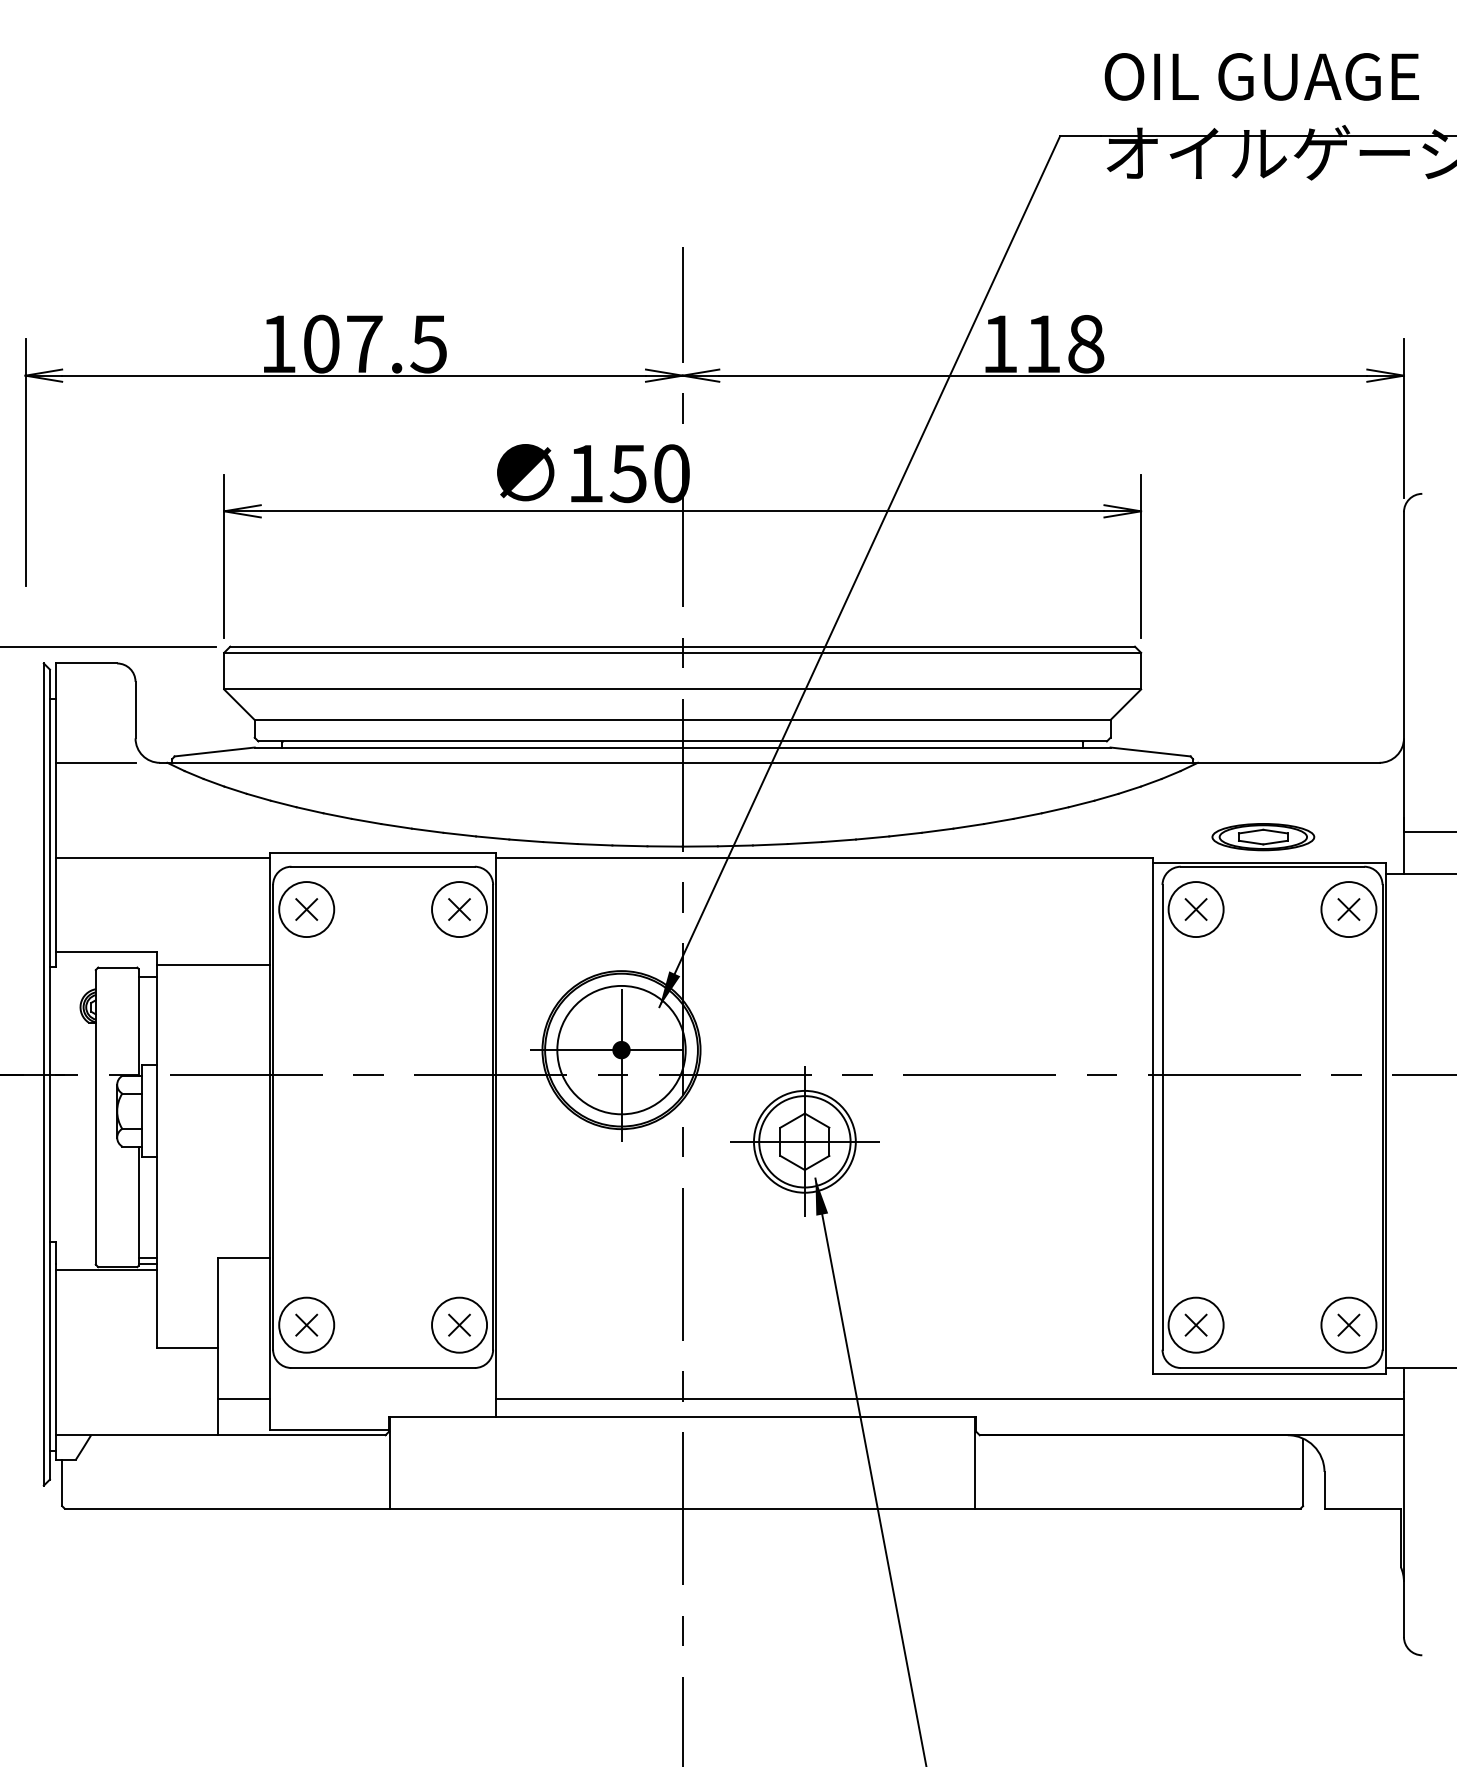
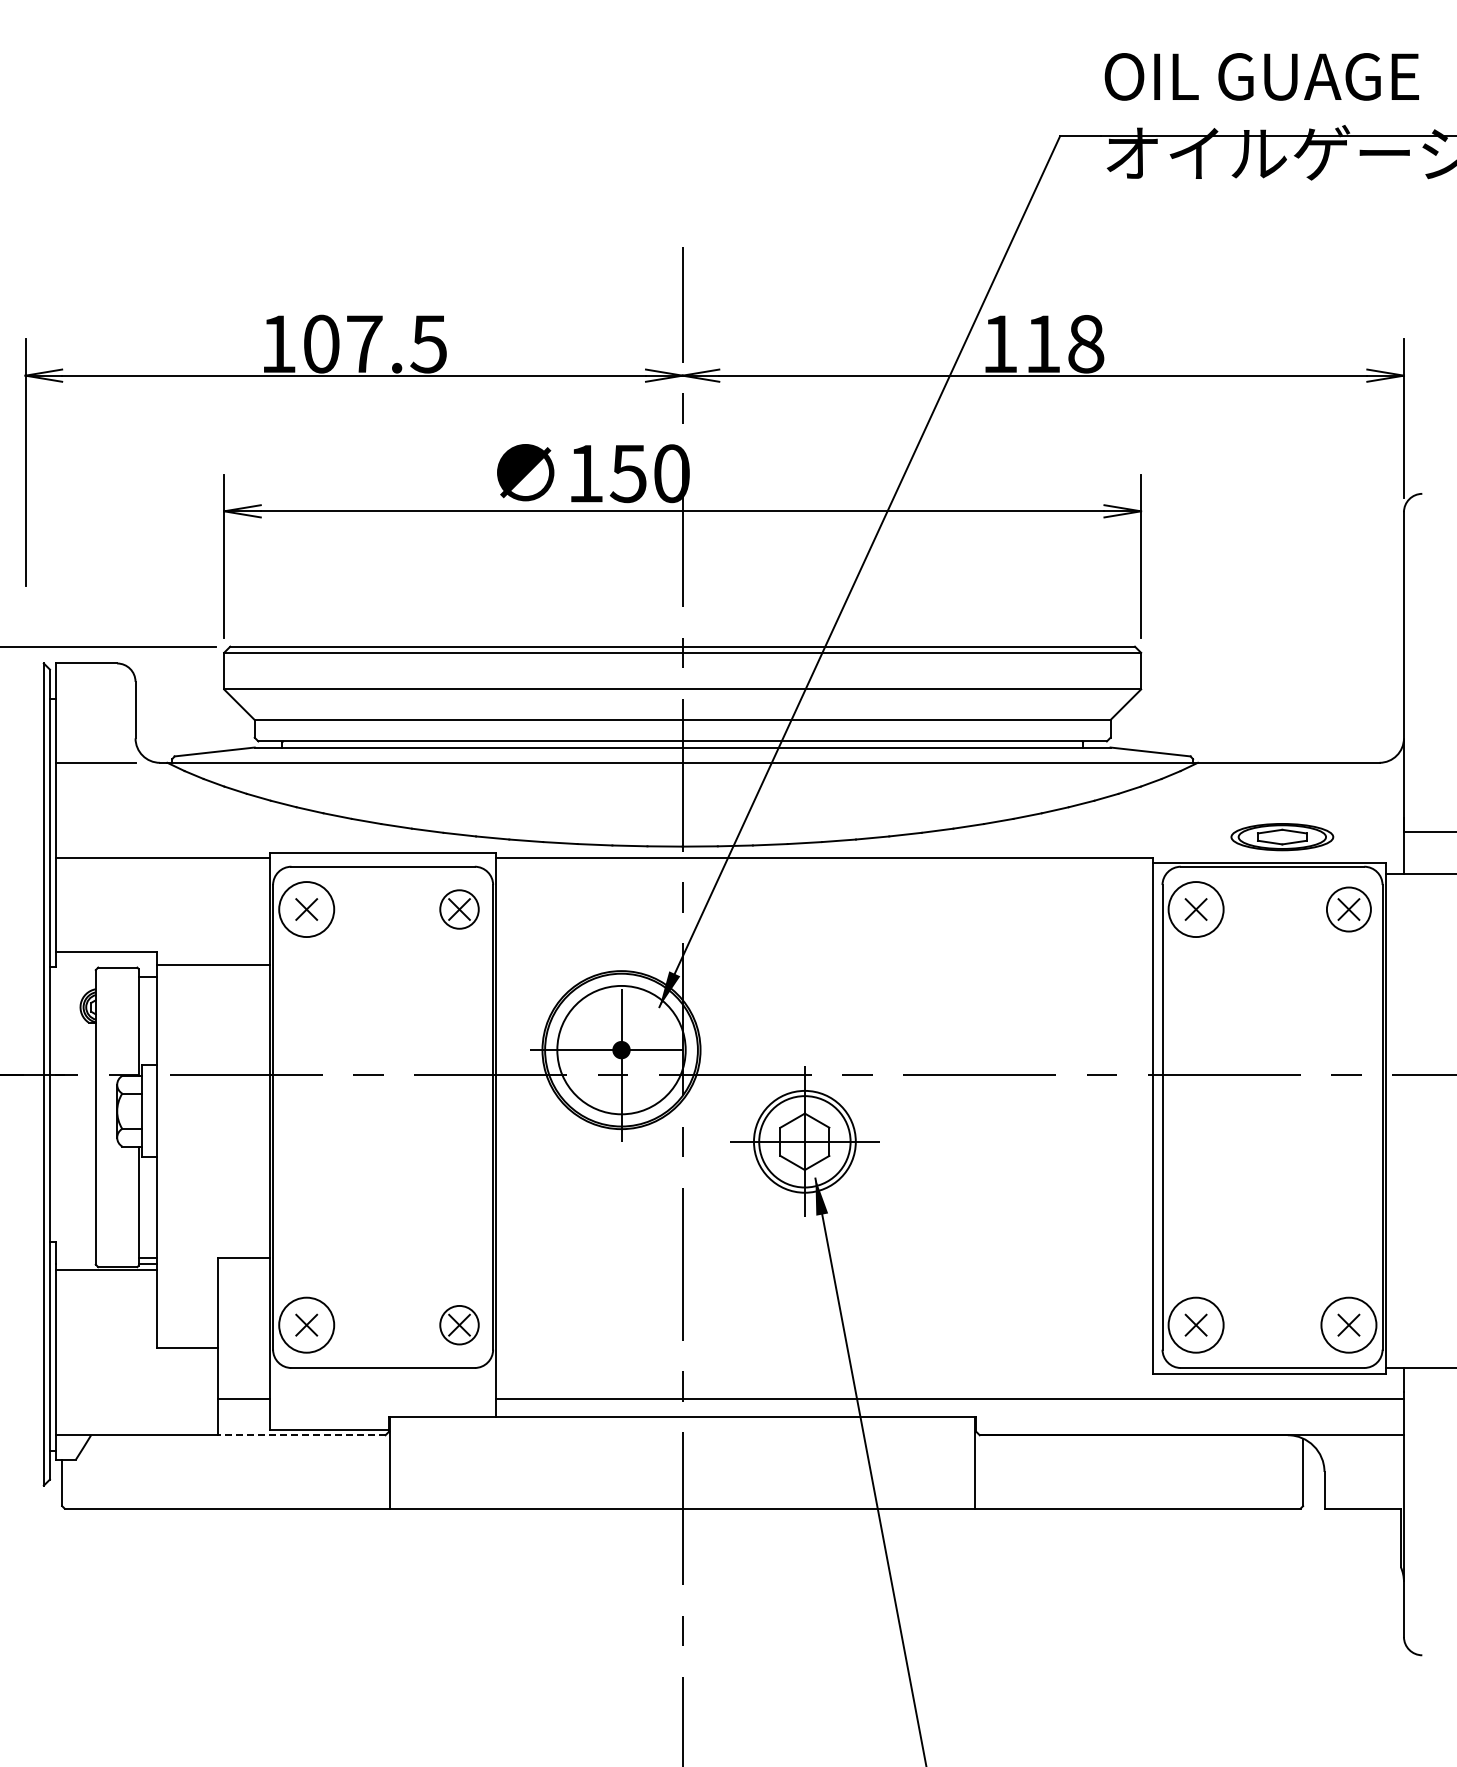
part at (1263, 837) position: (1263, 837) -> (1282, 837)
circle at (459, 909) diameter: 55 px -> 39 px
circle at (1348, 909) diameter: 55 px -> 44 px
circle at (459, 1324) diameter: 55 px -> 39 px
line at (301, 1435): solid -> dashed
